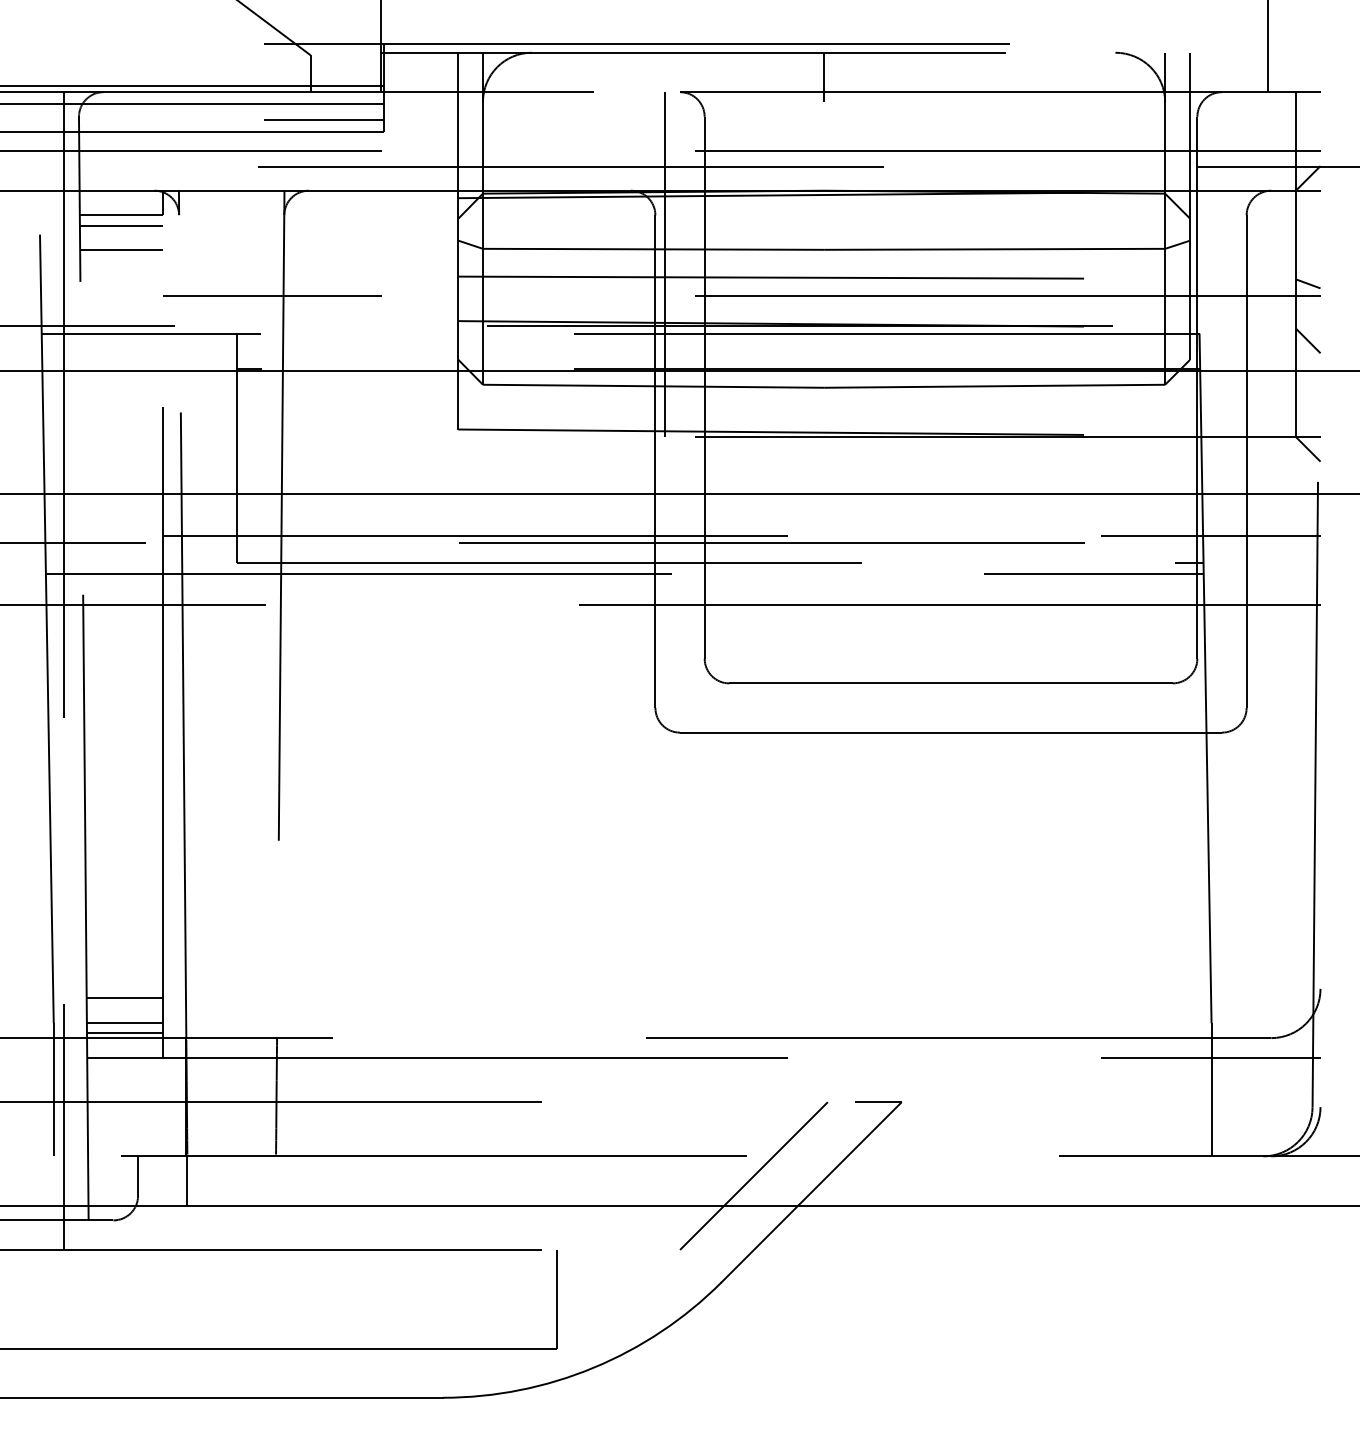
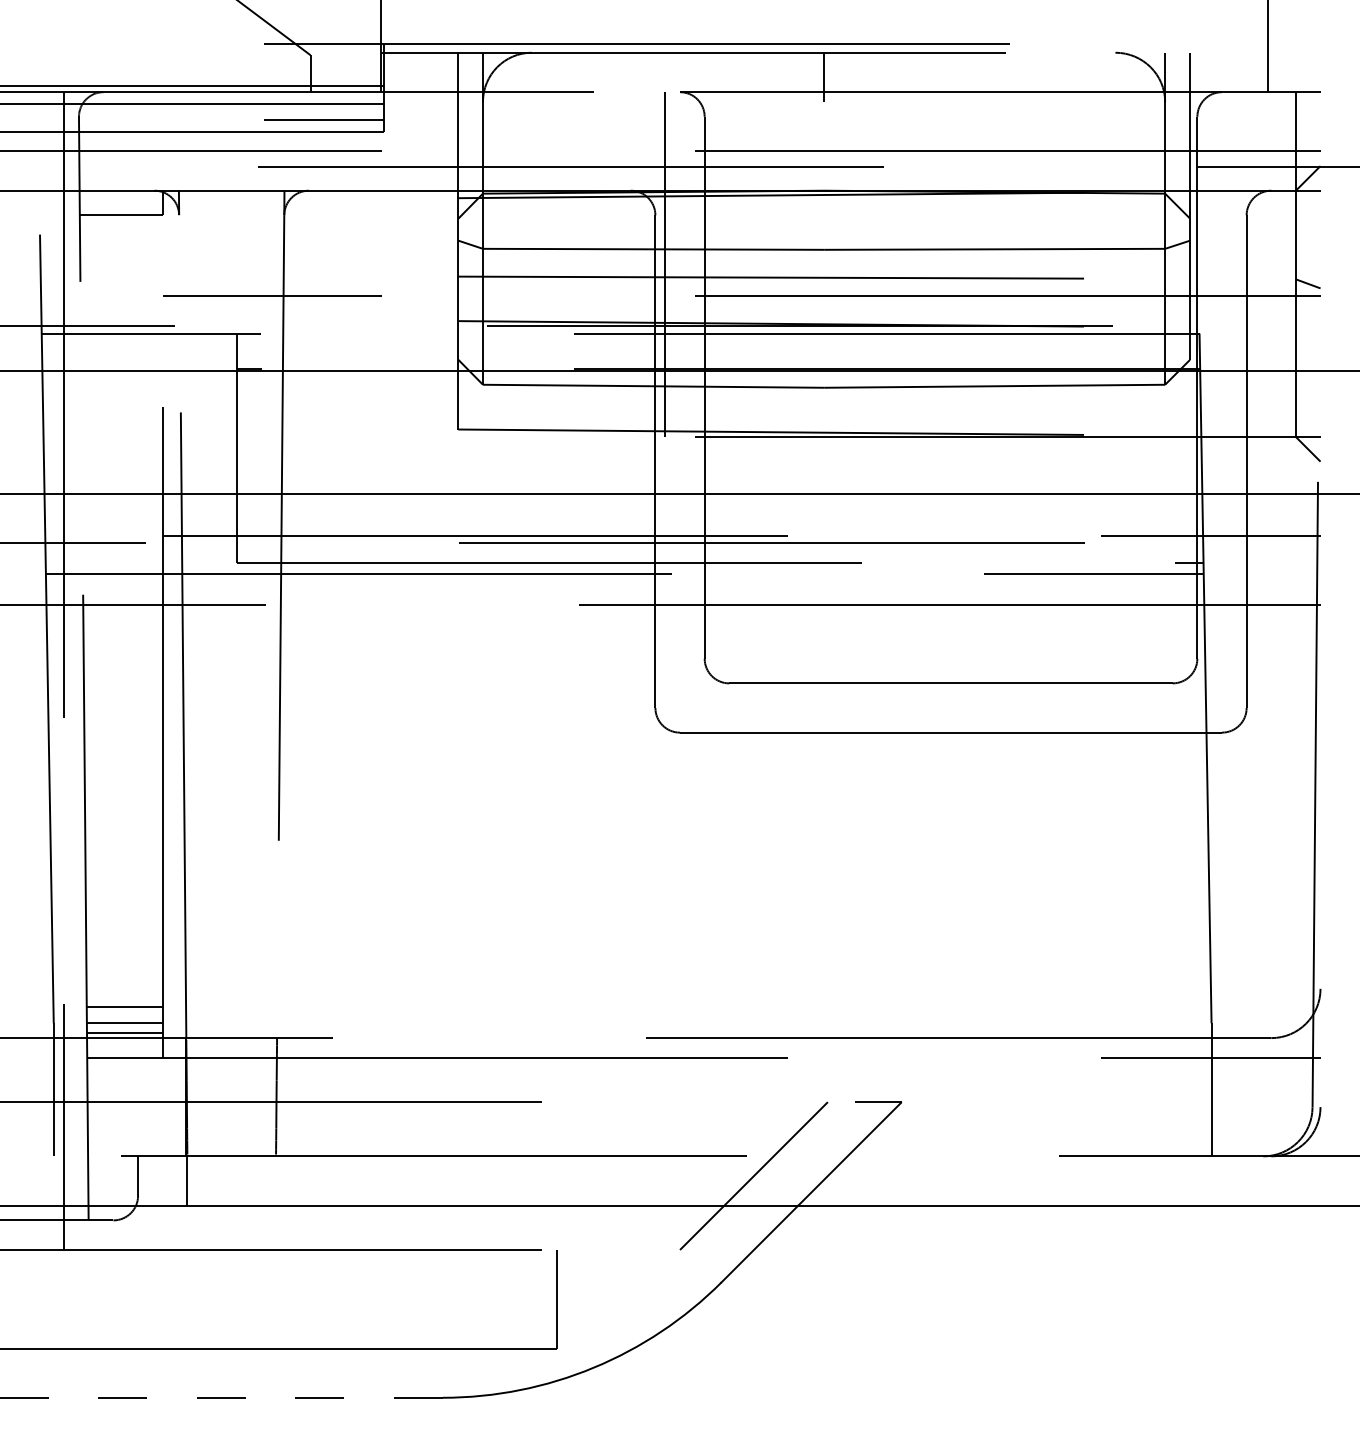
line at (120, 225): present -> none
line at (121, 250): present -> none
line at (1307, 340): present -> none
line at (124, 998) position: (124, 998) -> (124, 1007)
line at (221, 1397): solid -> dashed
